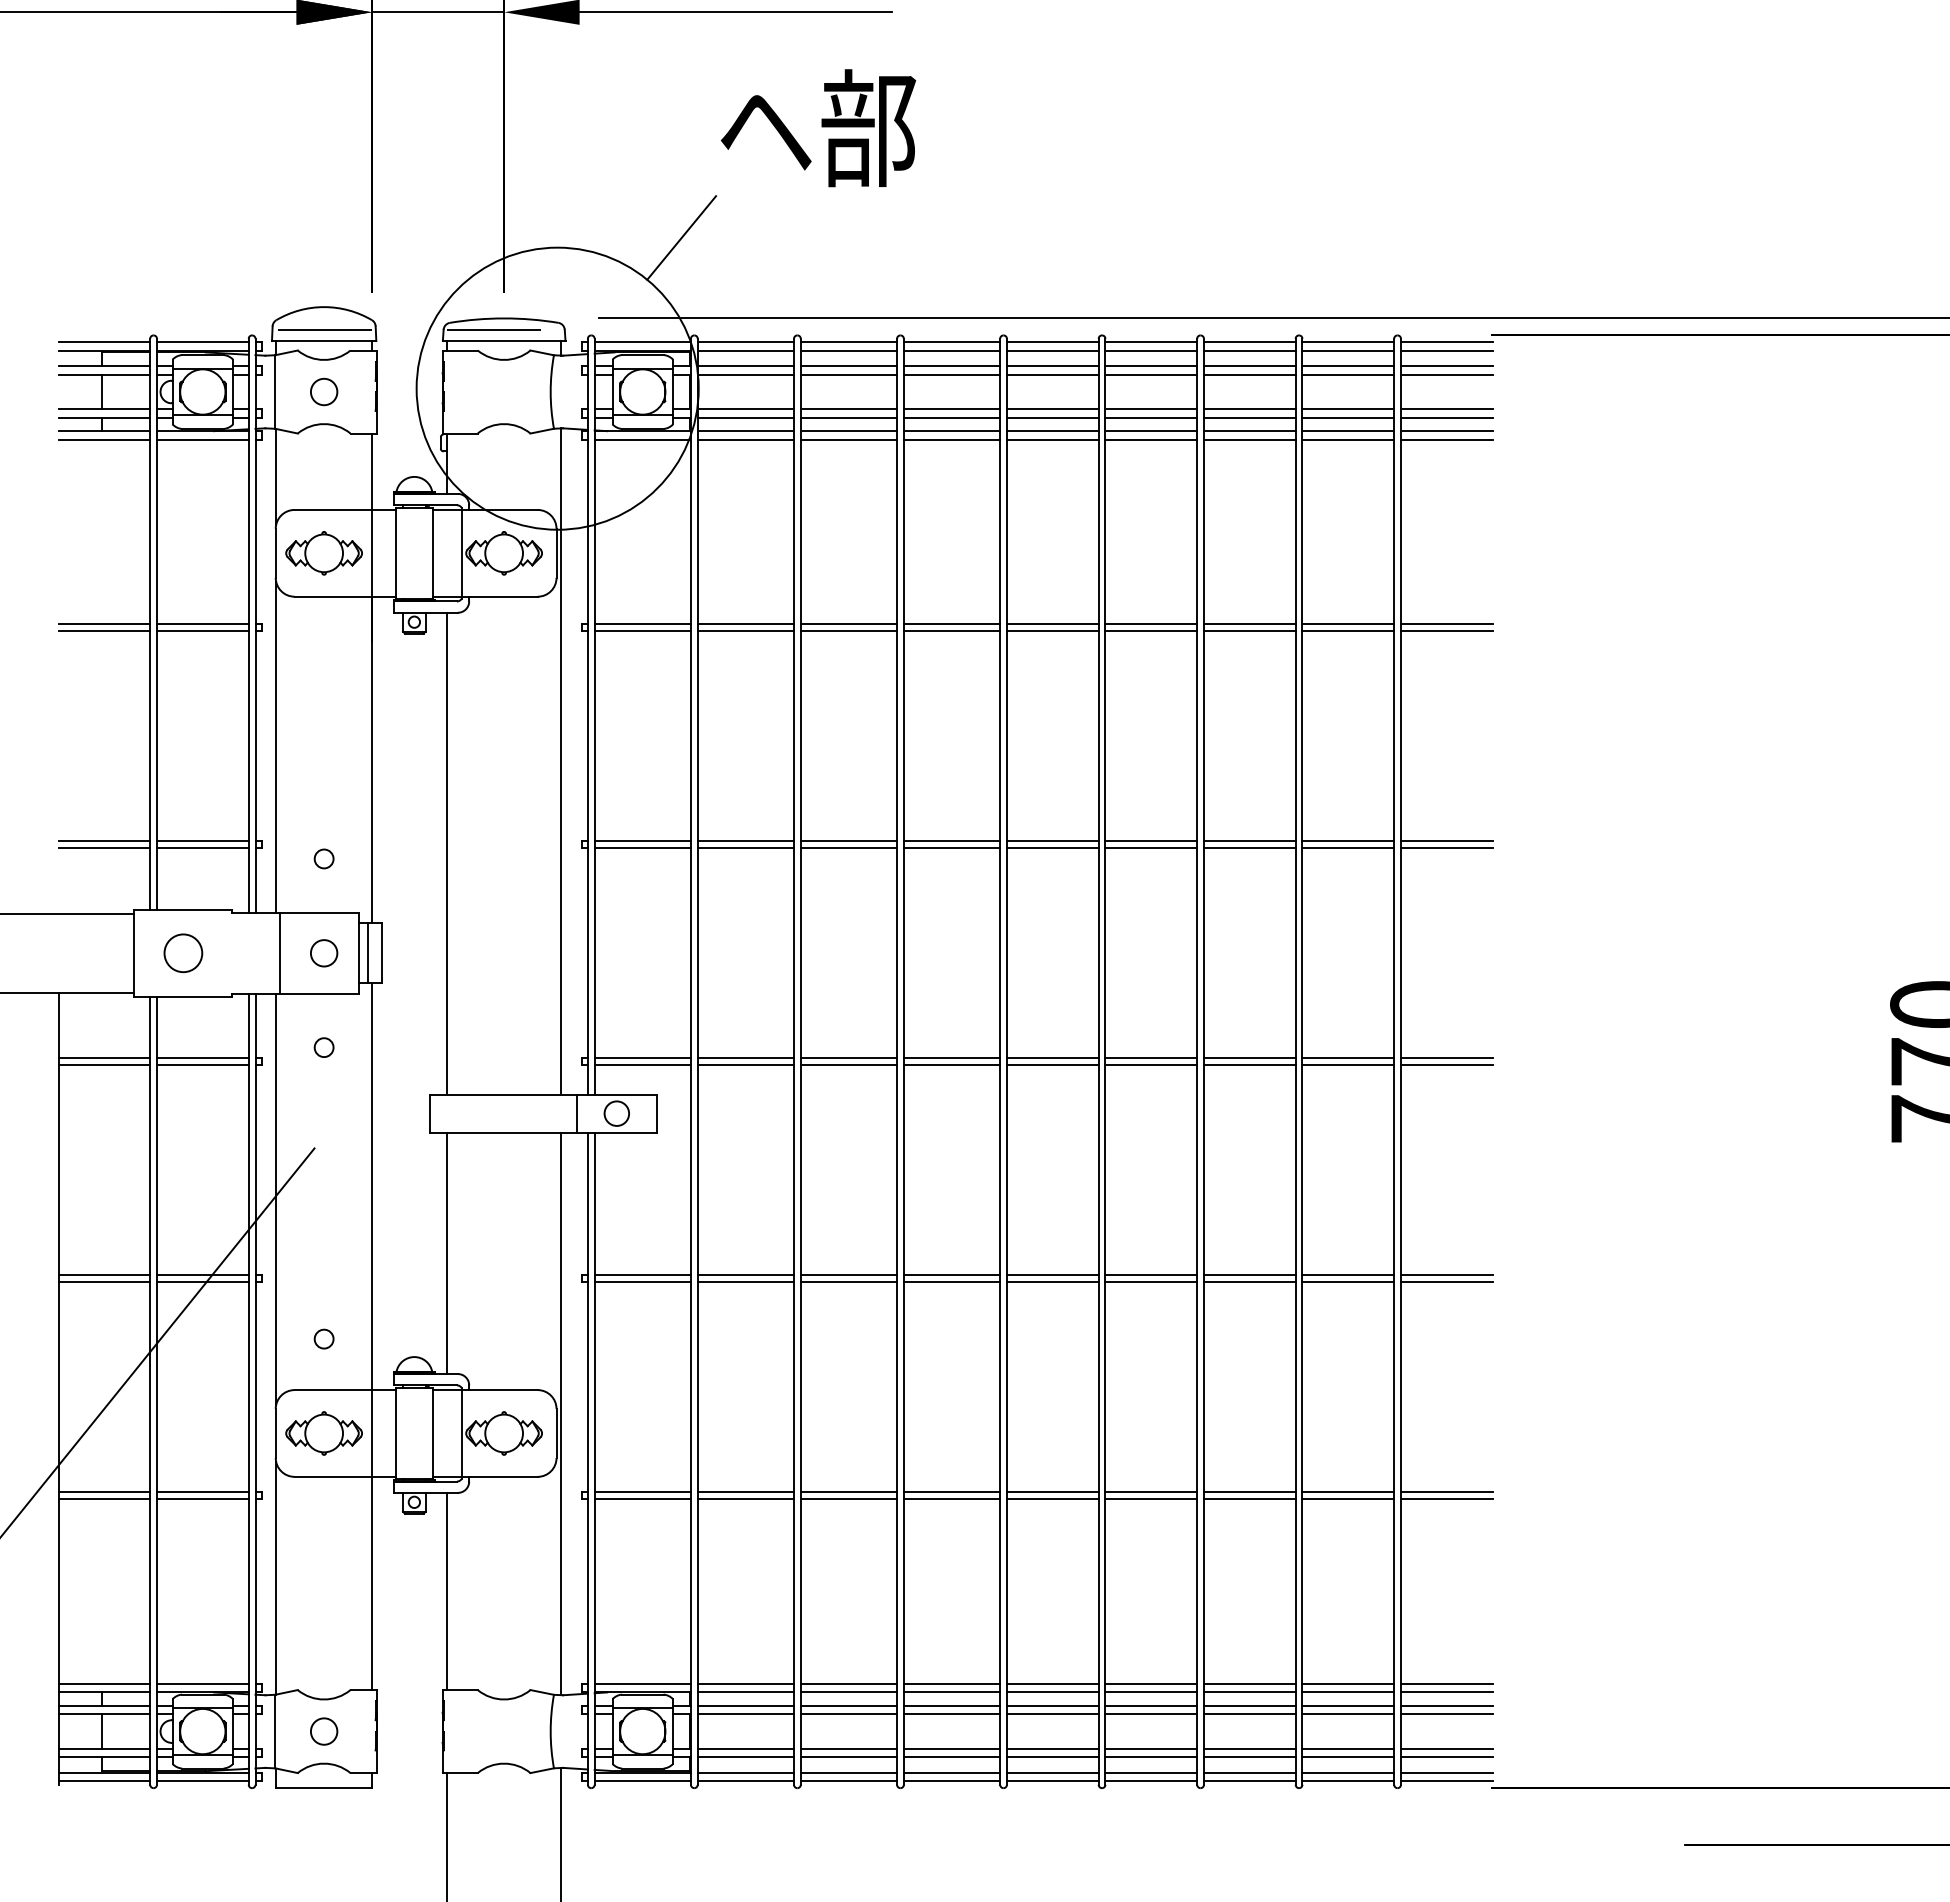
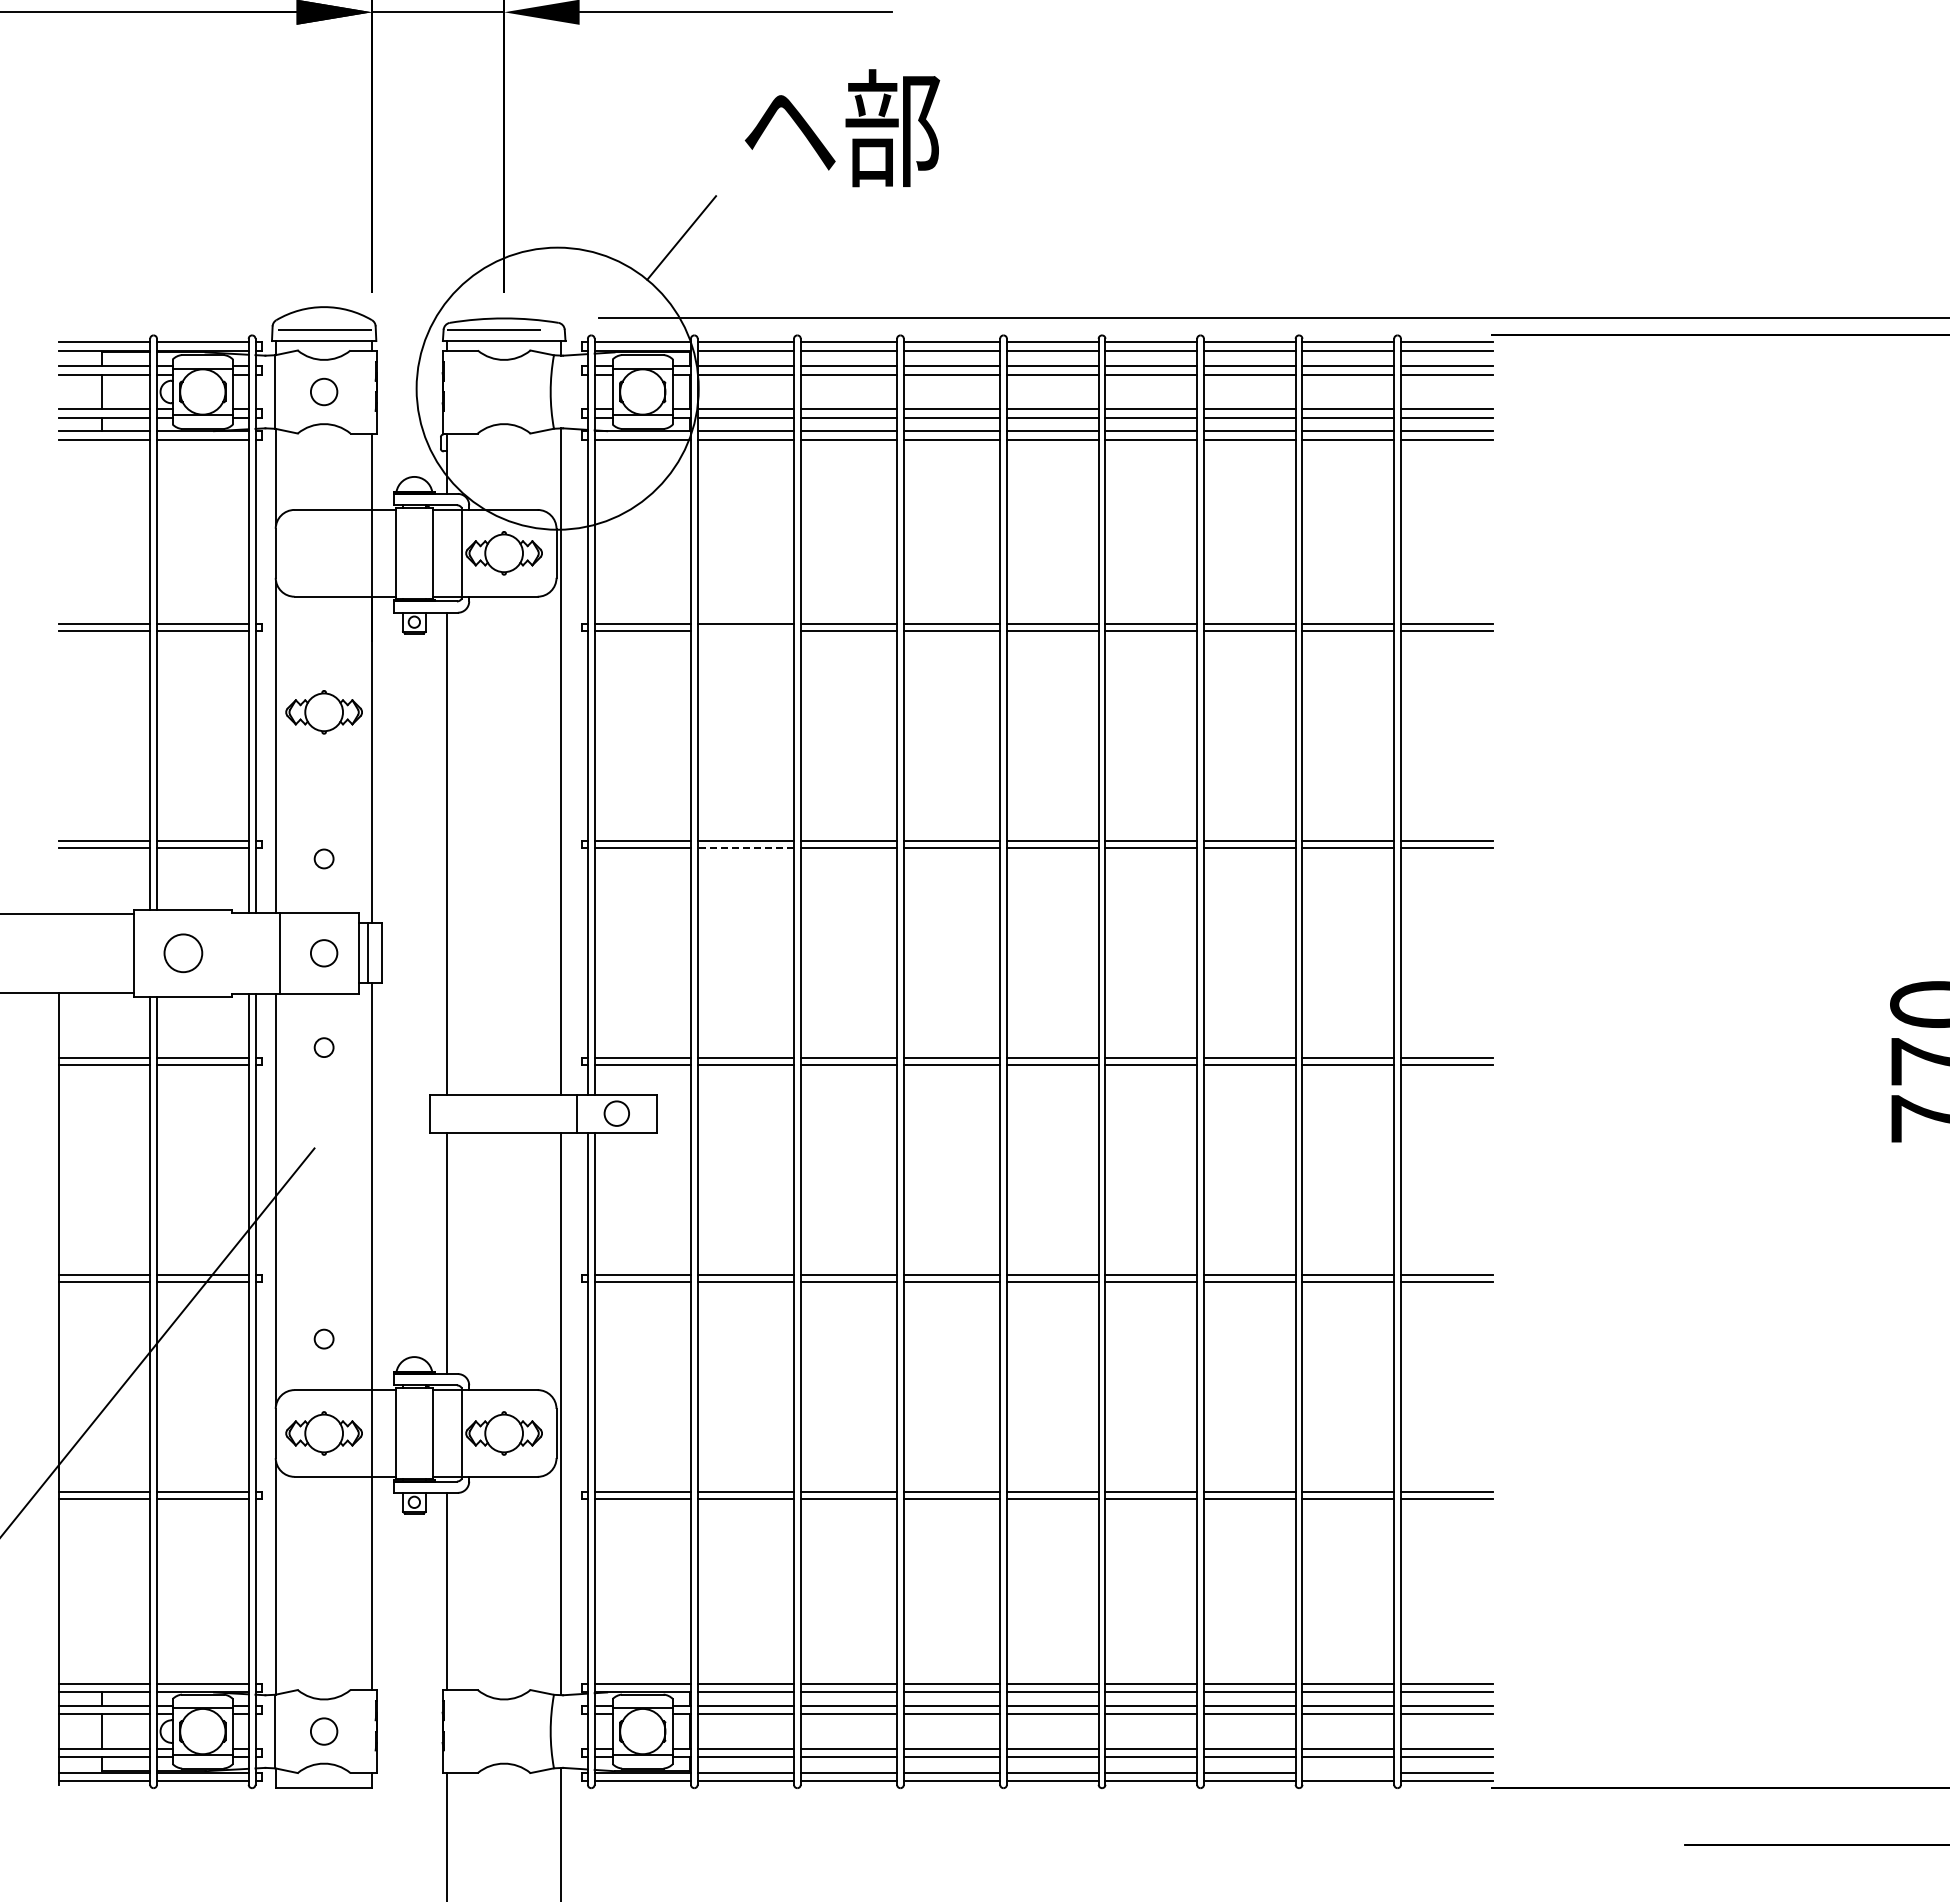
text at (818, 128) position: (818, 128) -> (842, 128)
part at (323, 553) position: (323, 553) -> (323, 712)
line at (745, 631): present -> none
line at (745, 848): solid -> dashed
line at (1348, 1772): present -> none
